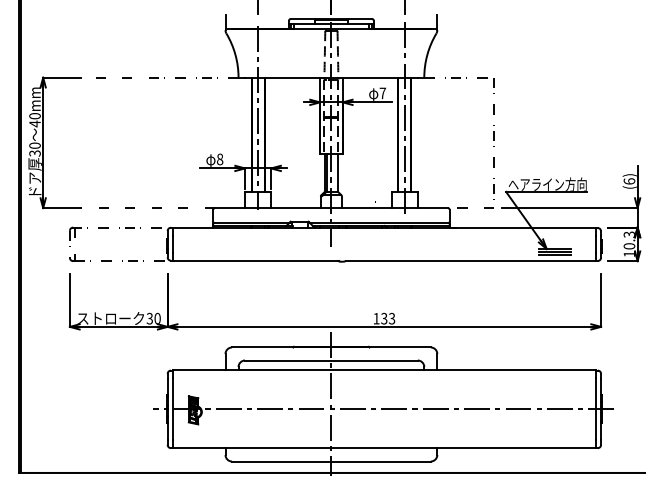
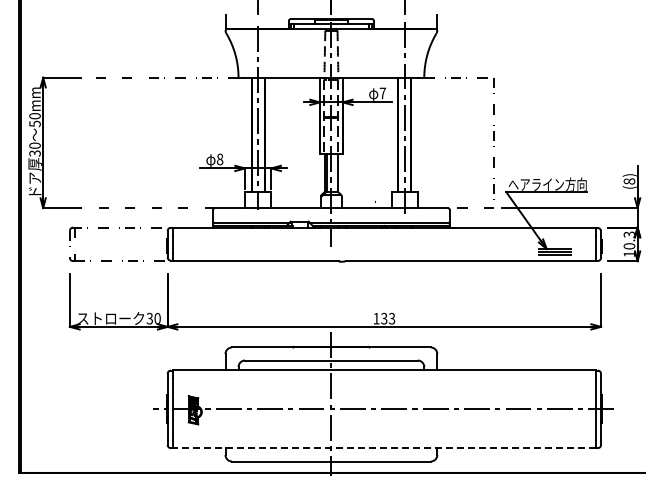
text at (34, 123): 40mm -> 50mm
text at (629, 181): (6) -> (8)
line at (384, 448): solid -> dashed
